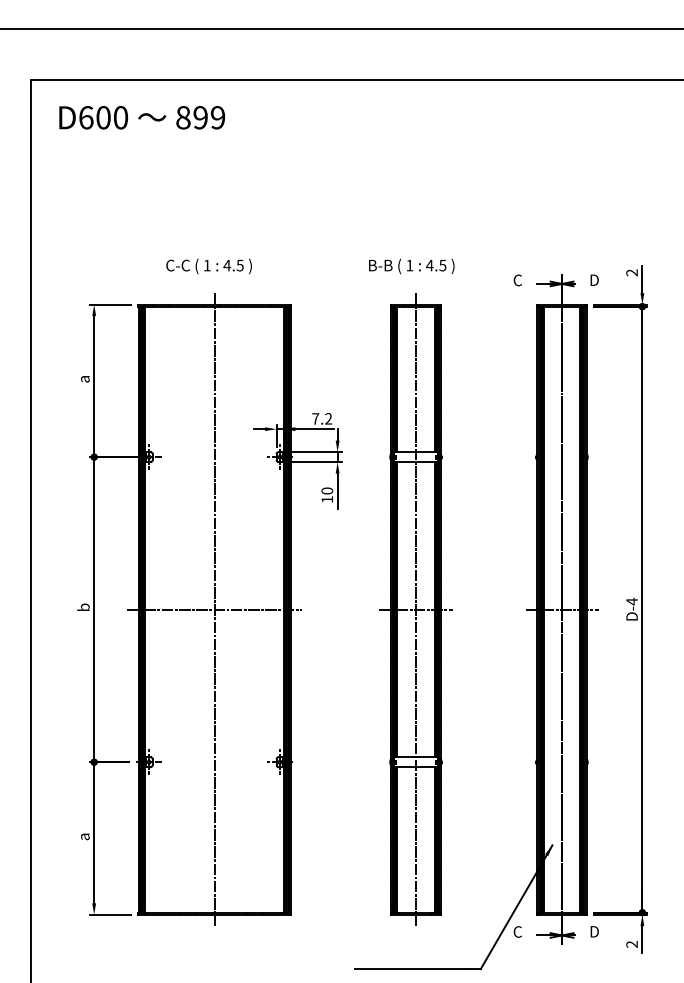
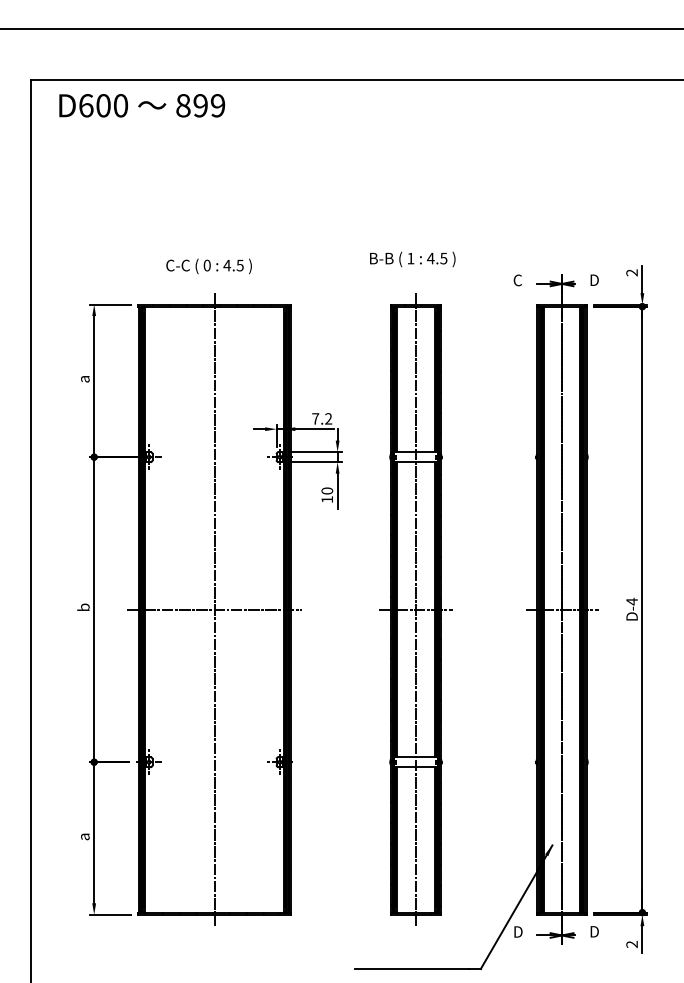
text at (142, 117) position: (142, 117) -> (142, 105)
text at (206, 265): 1 -> 0
text at (411, 266) position: (411, 266) -> (412, 259)
text at (517, 931): C -> D
